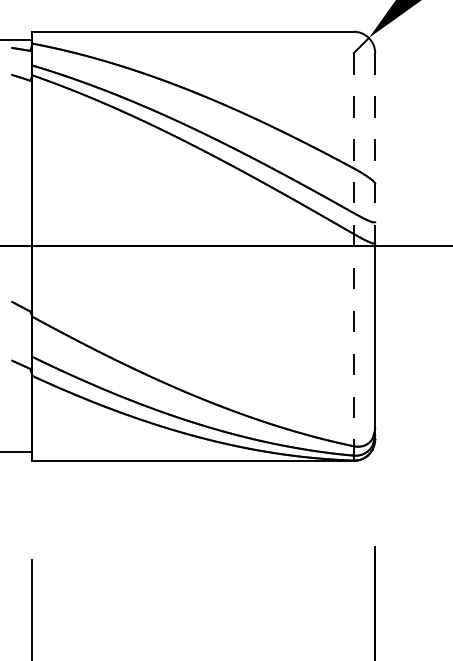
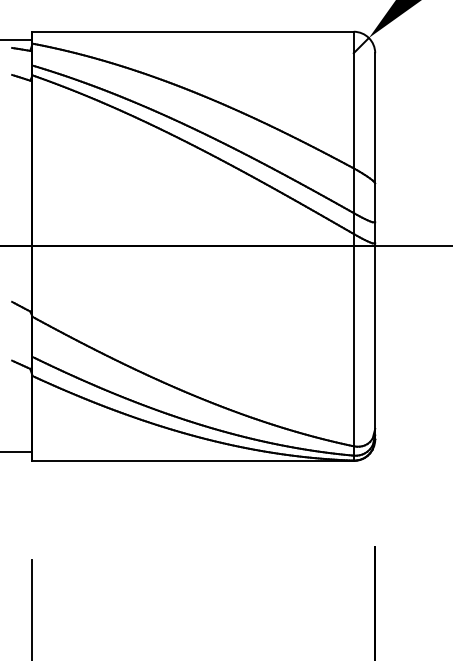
line at (375, 149): dashed -> solid
line at (353, 246): dashed -> solid
